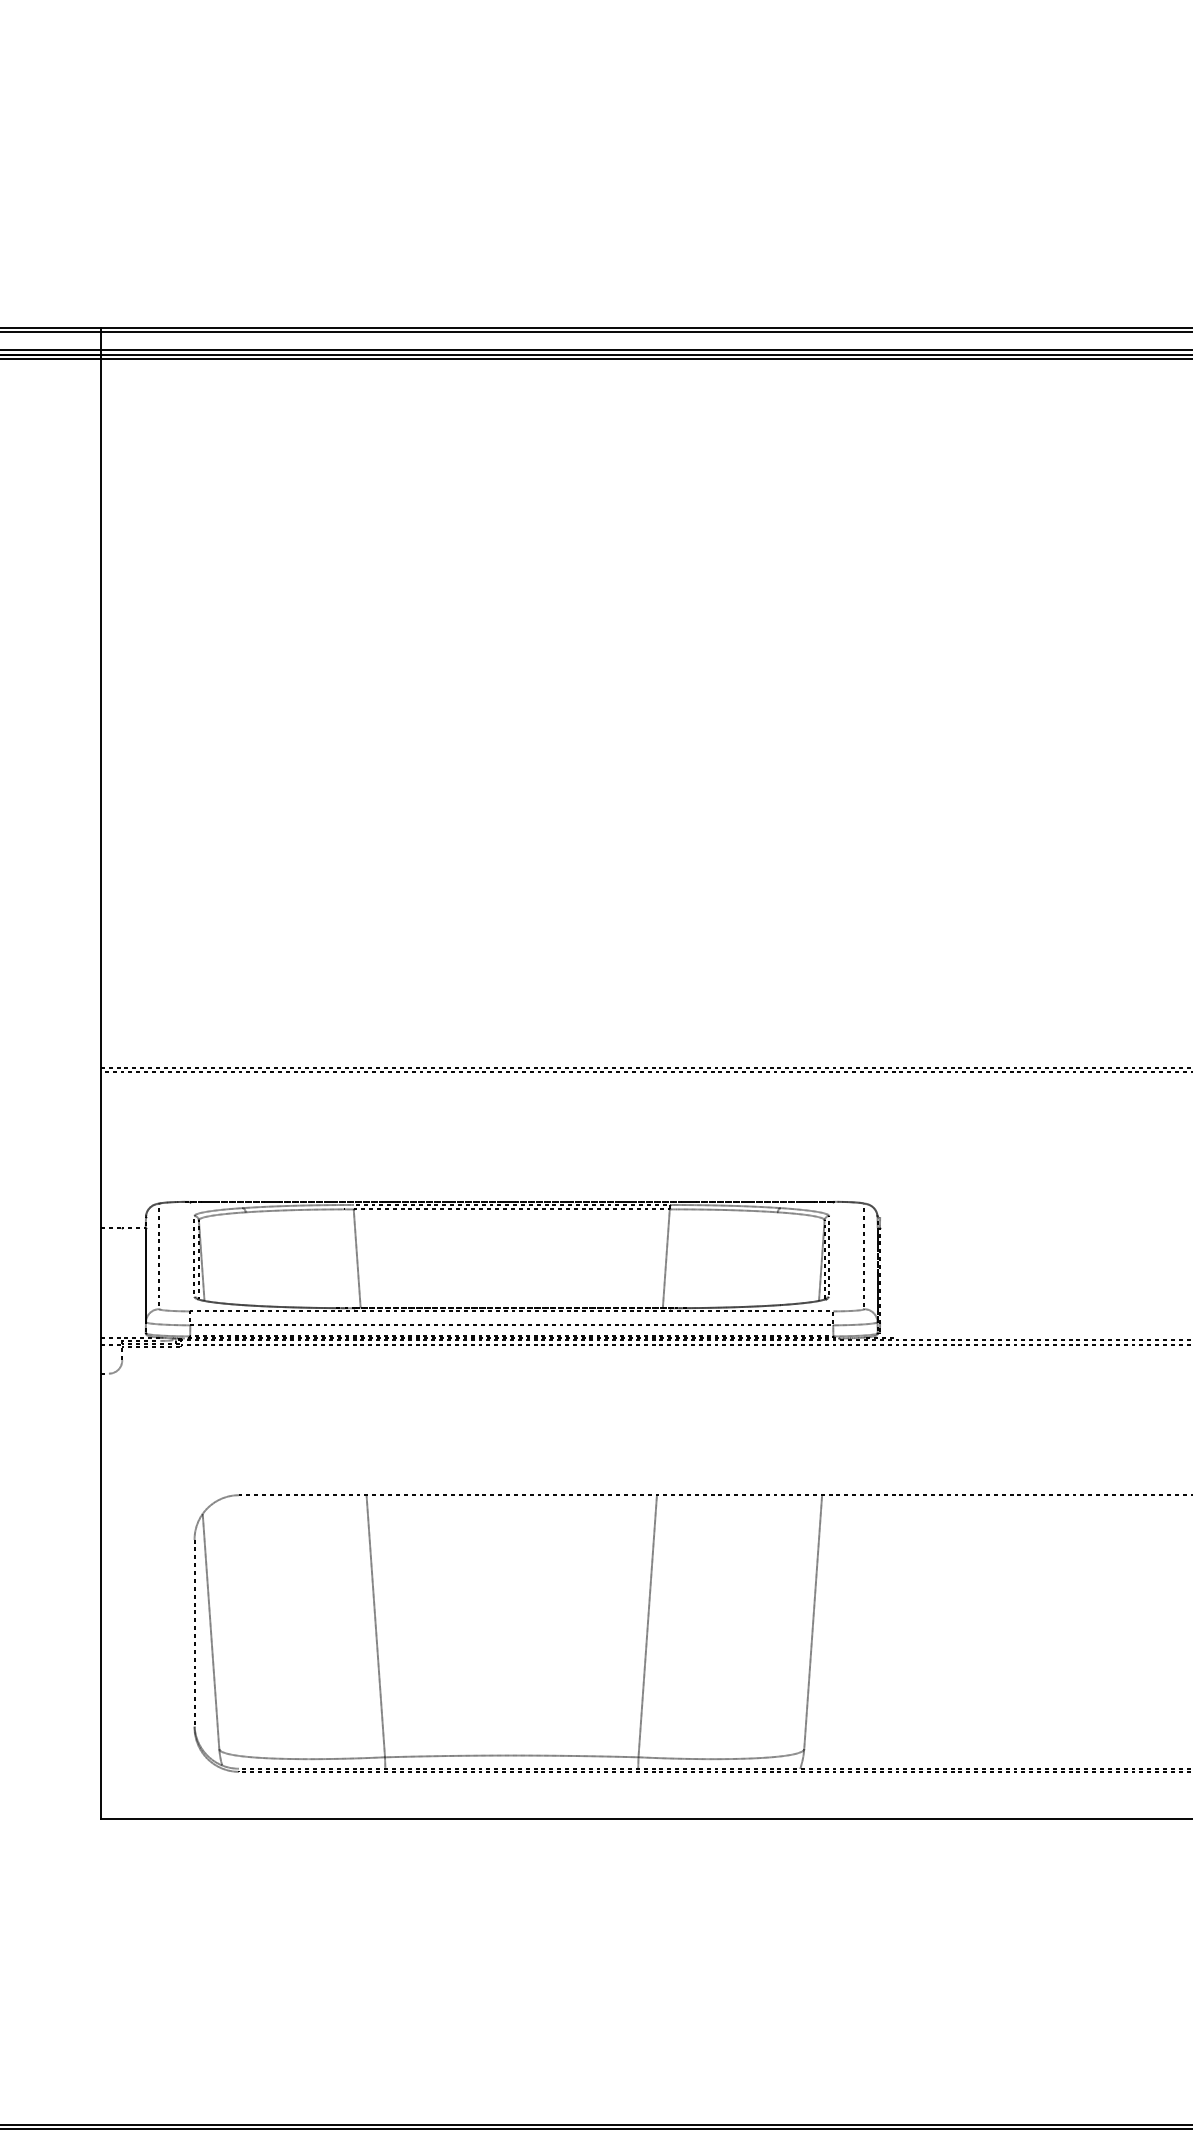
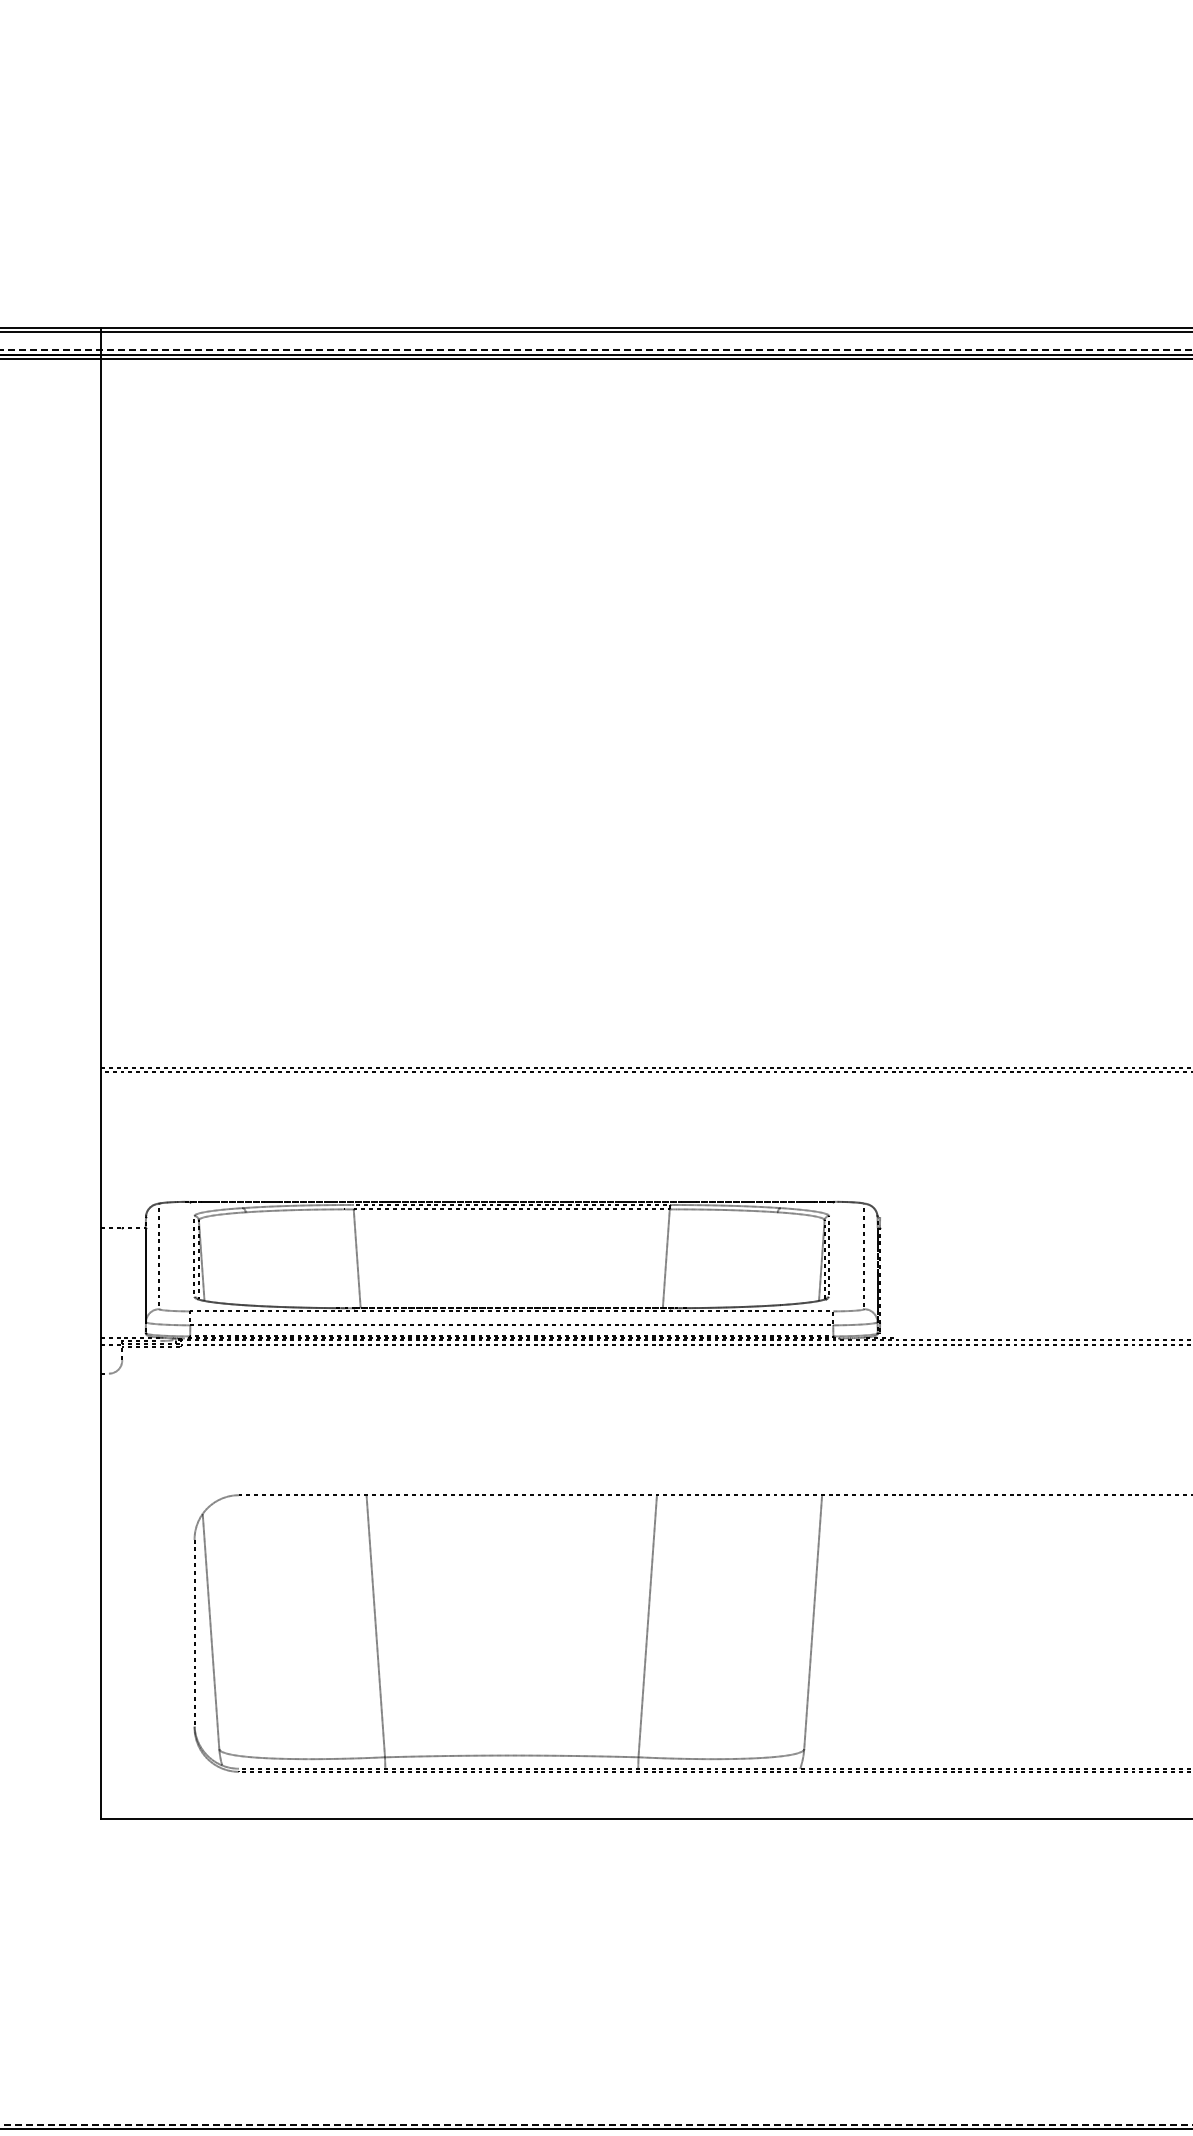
line at (596, 350): solid -> dashed
line at (596, 2124): solid -> dashed
